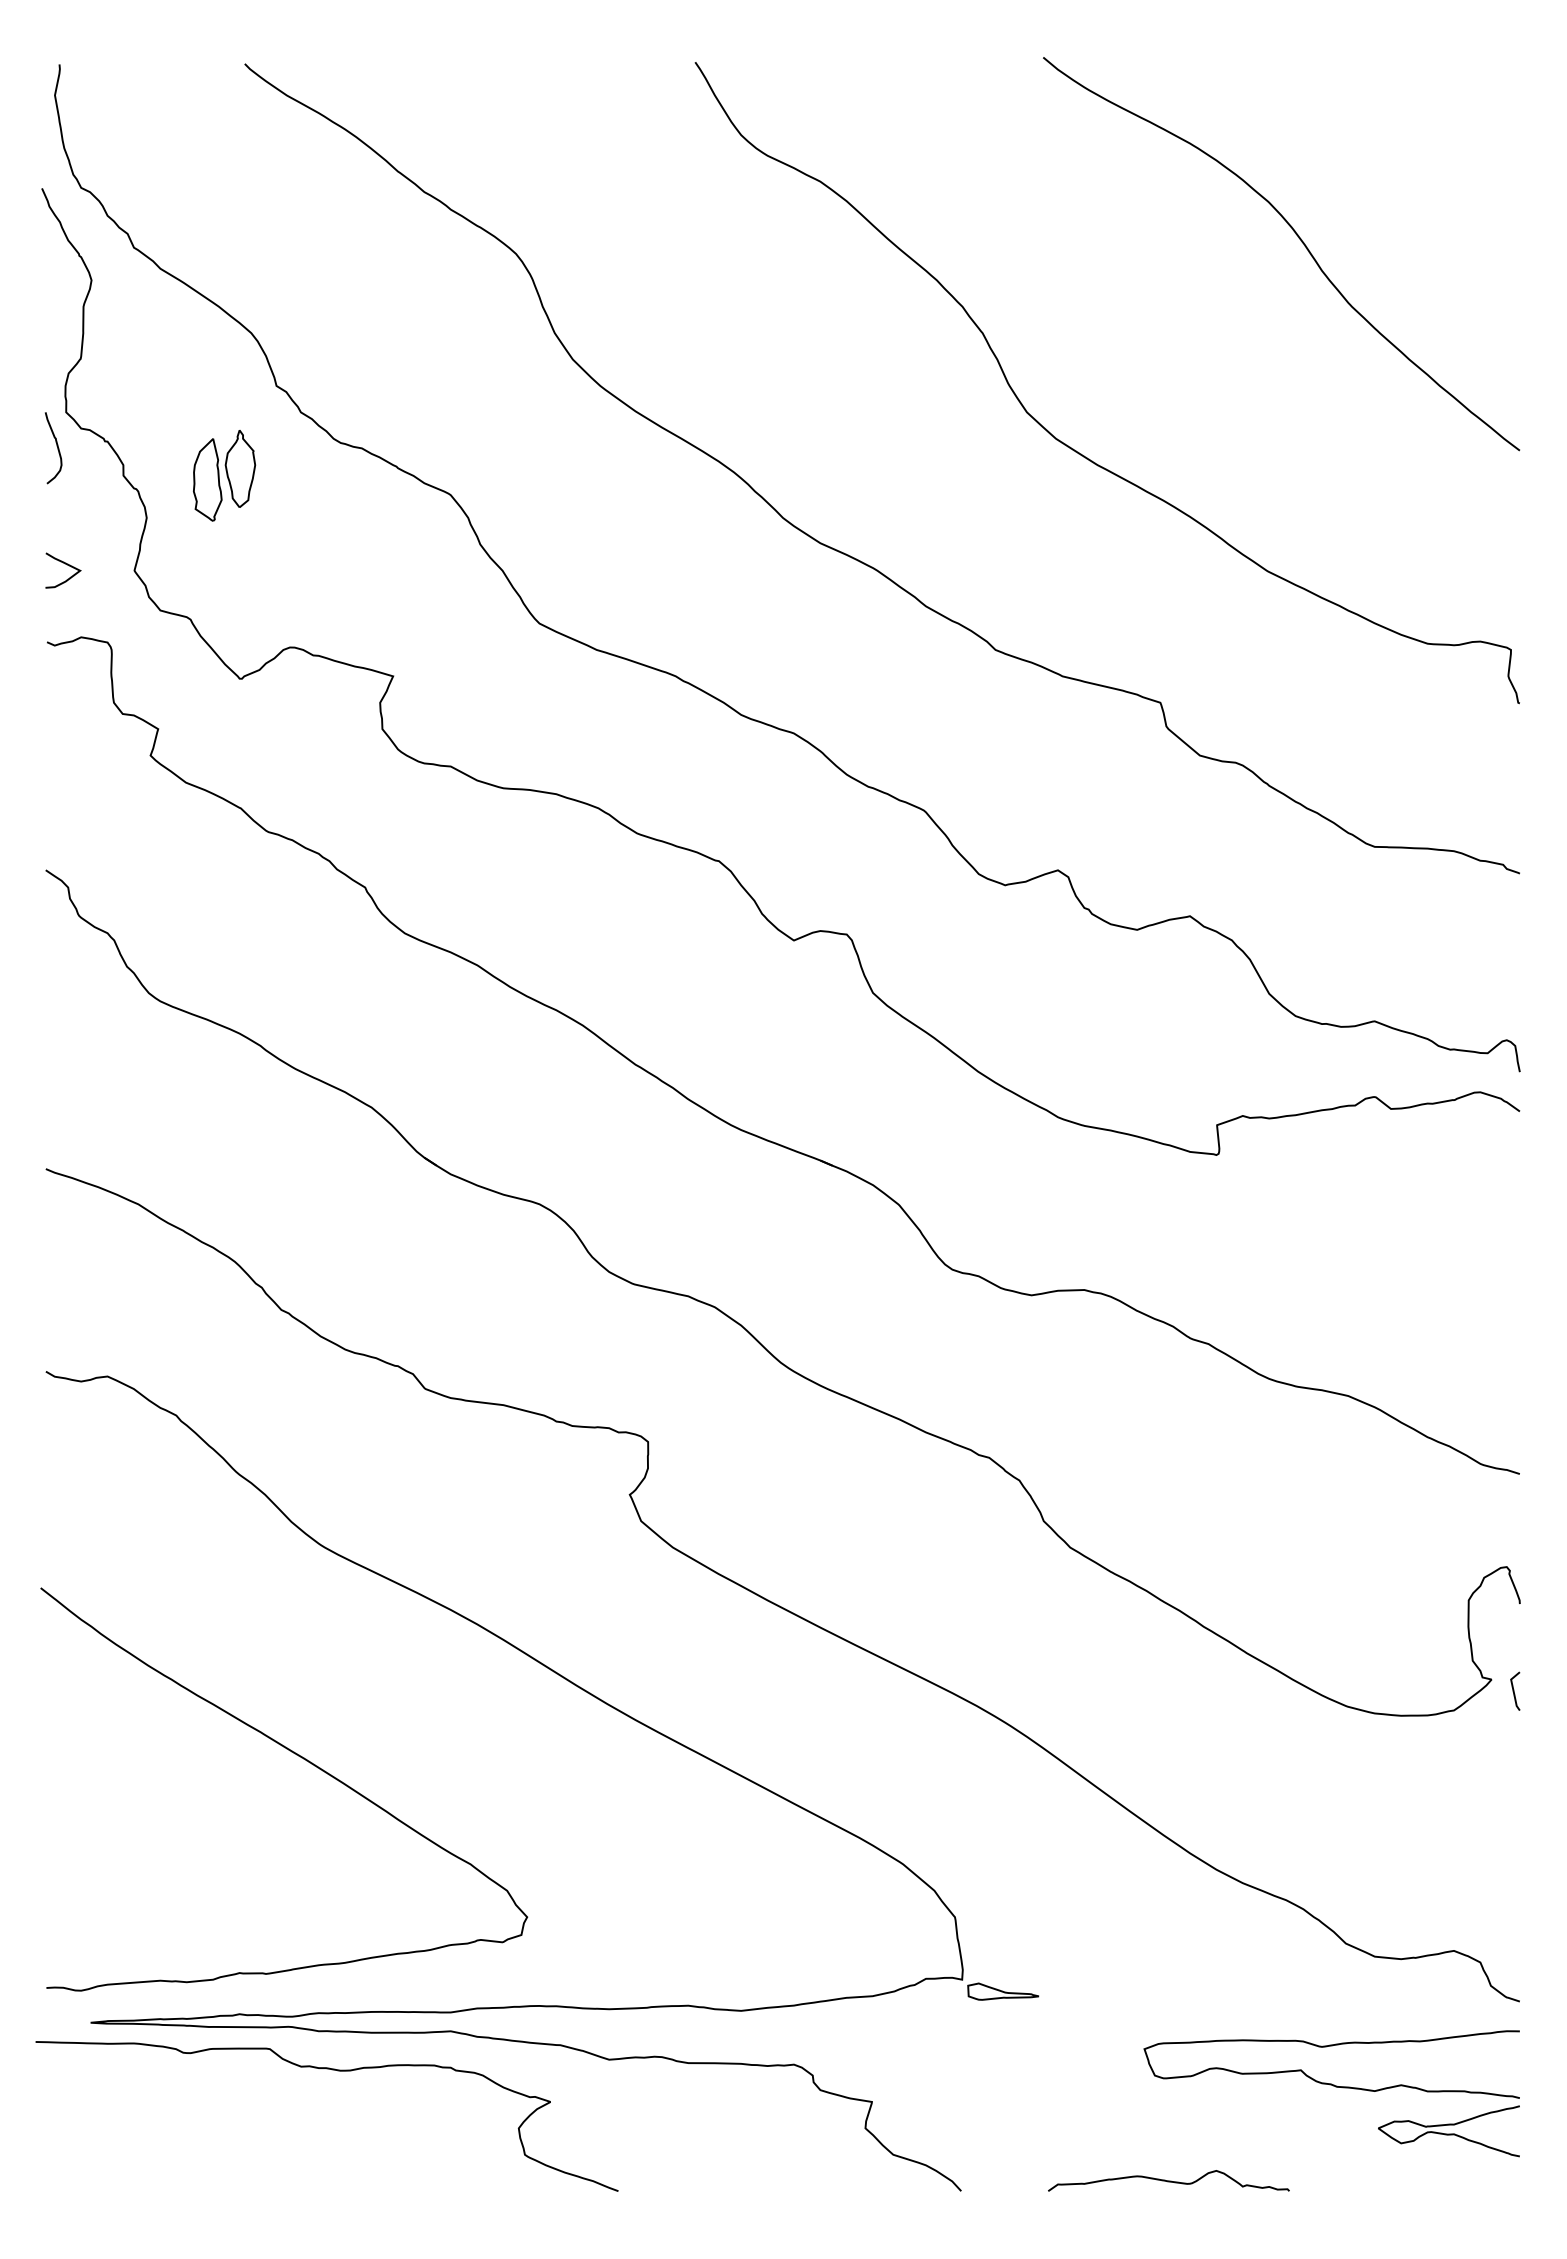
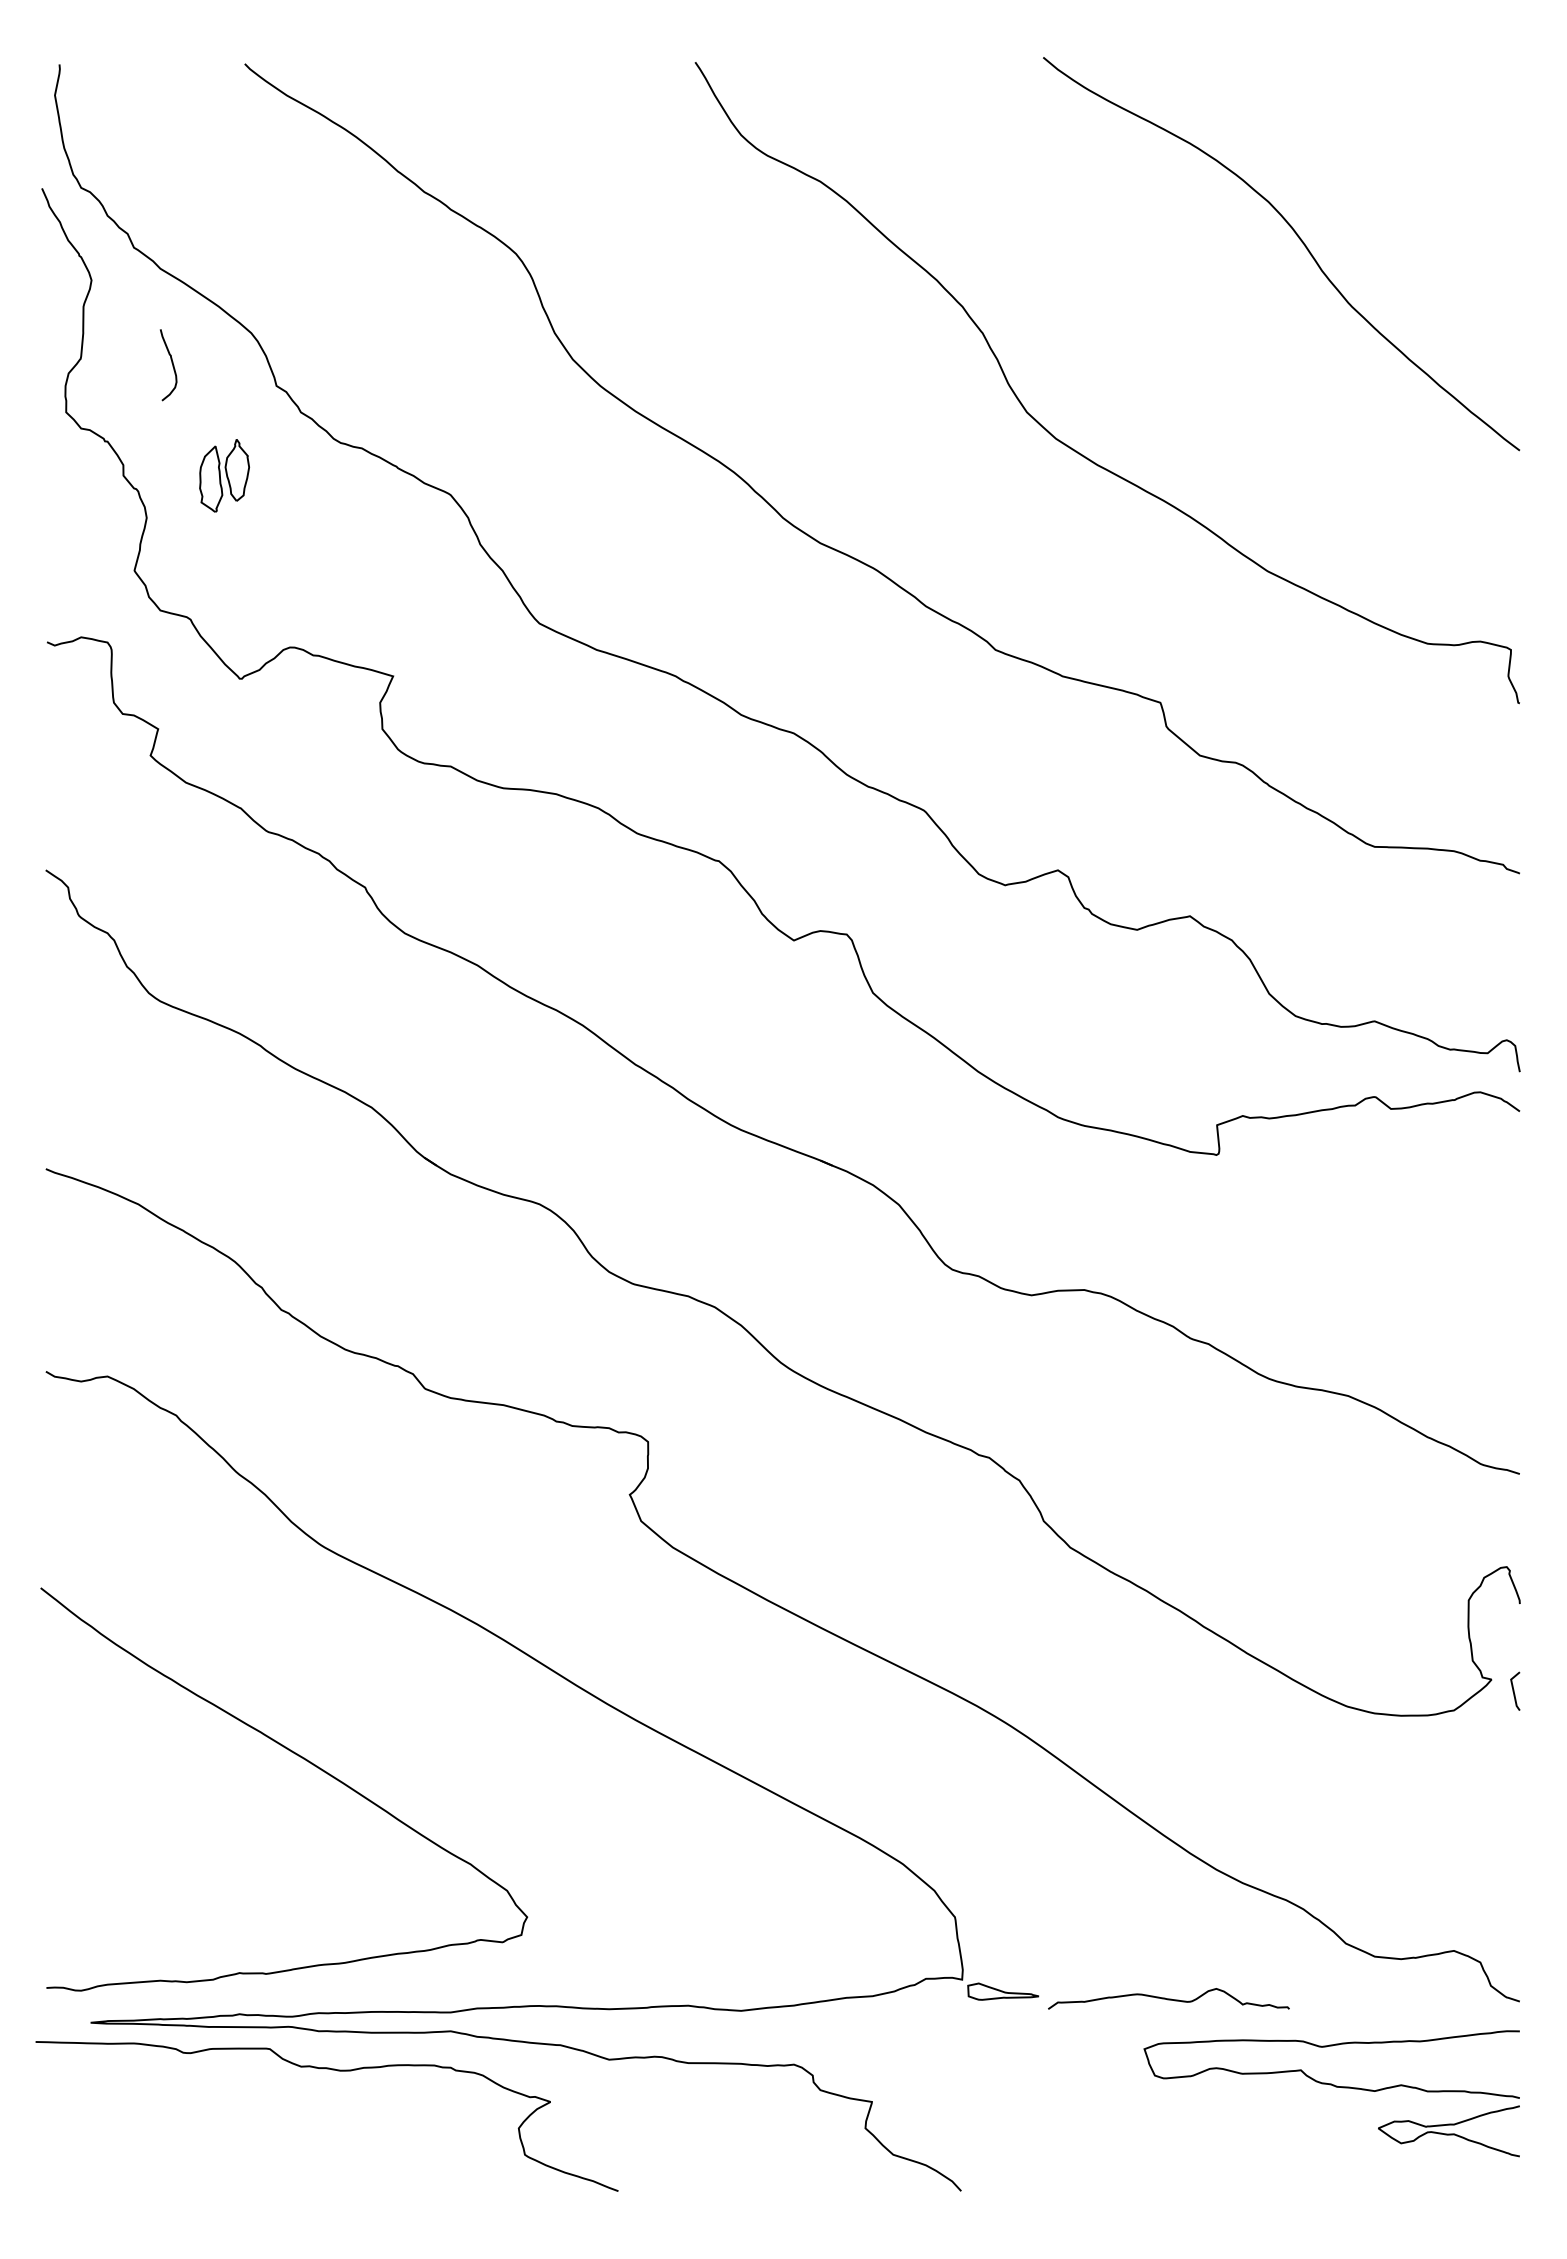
curve at (56, 446) position: (56, 446) -> (171, 363)
part at (224, 475) size: 64x92 px -> 51x74 px
curve at (65, 564): present -> none
curve at (1168, 2180) position: (1168, 2180) -> (1168, 1998)
